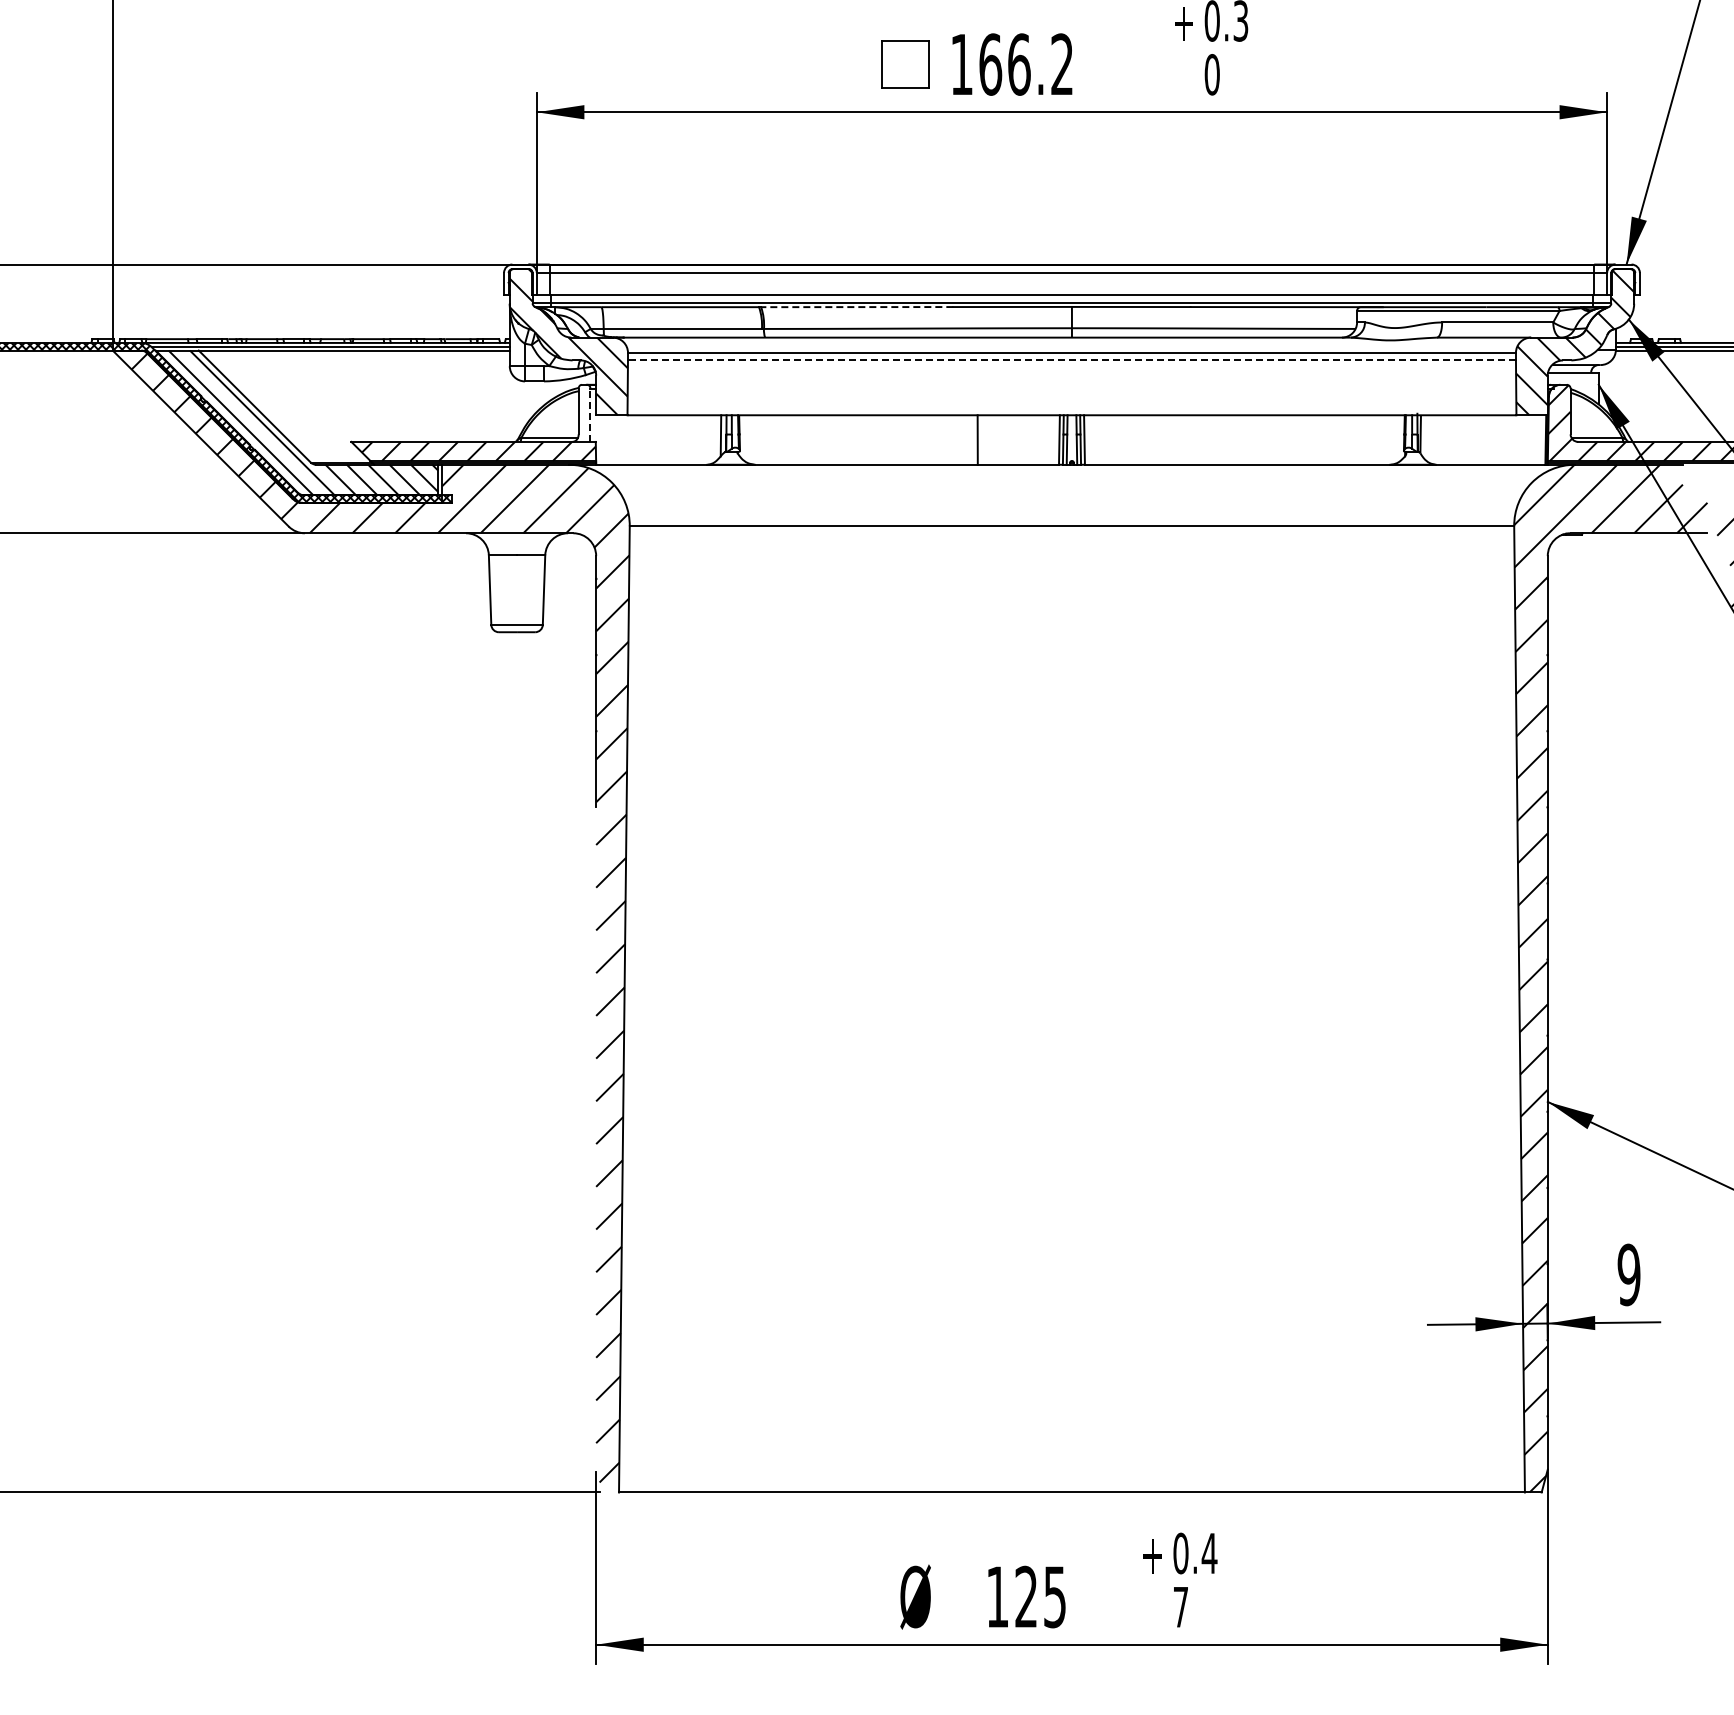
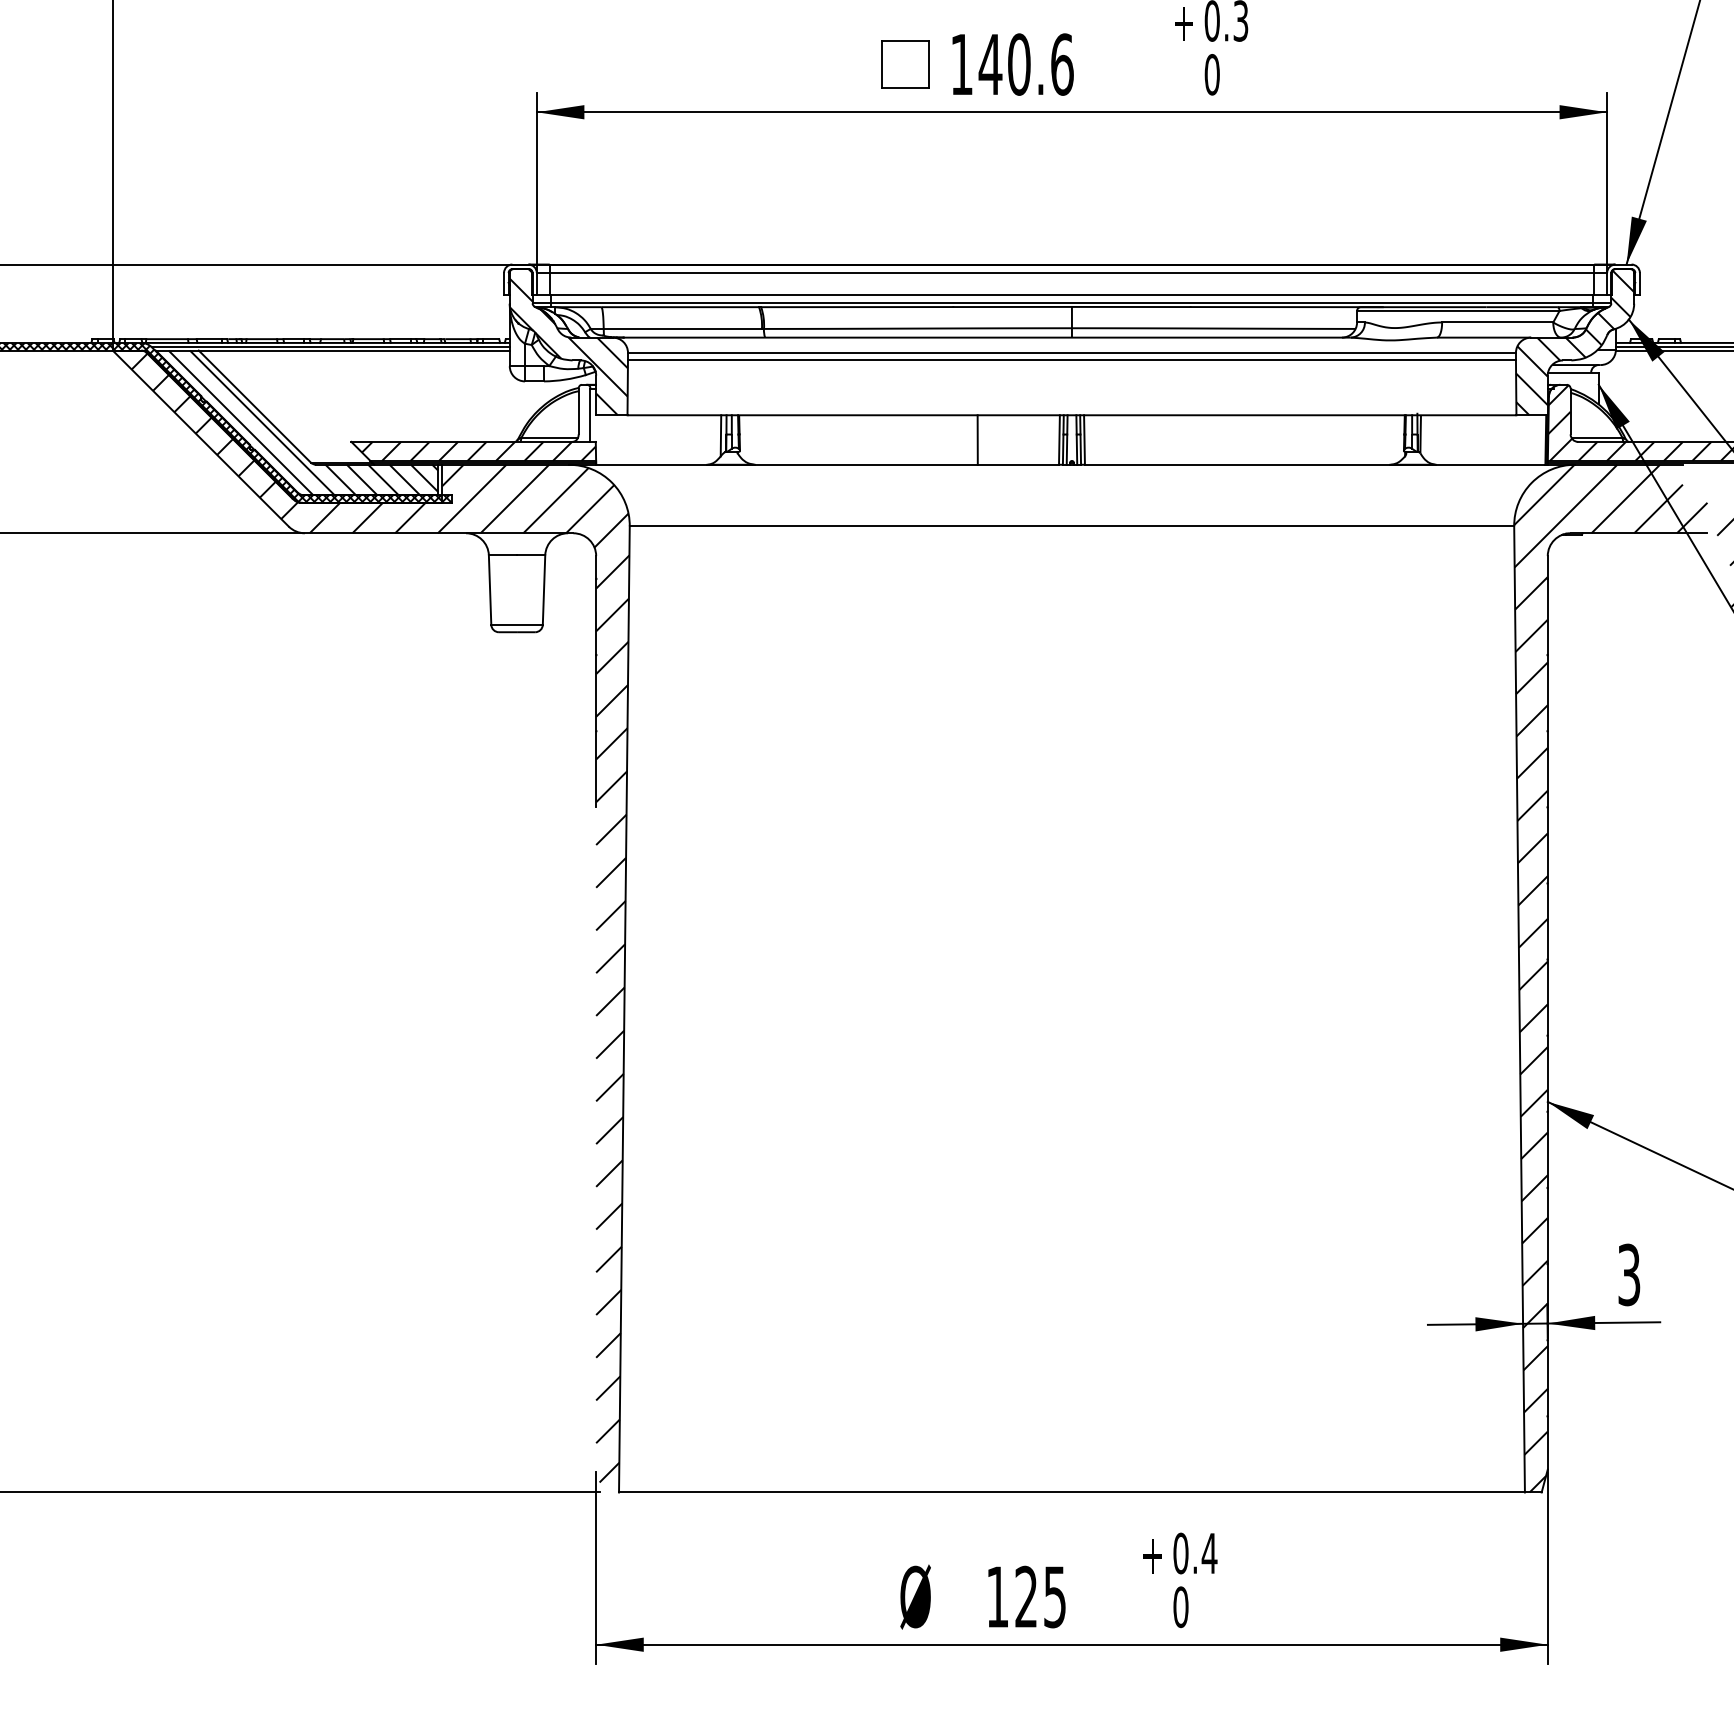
text at (1025, 64): 166.2 -> 140.6
line at (856, 307): dashed -> solid
line at (1071, 360): dashed -> solid
line at (590, 415): dashed -> solid
text at (1628, 1274): 9 -> 3
text at (1180, 1607): 7 -> 0
